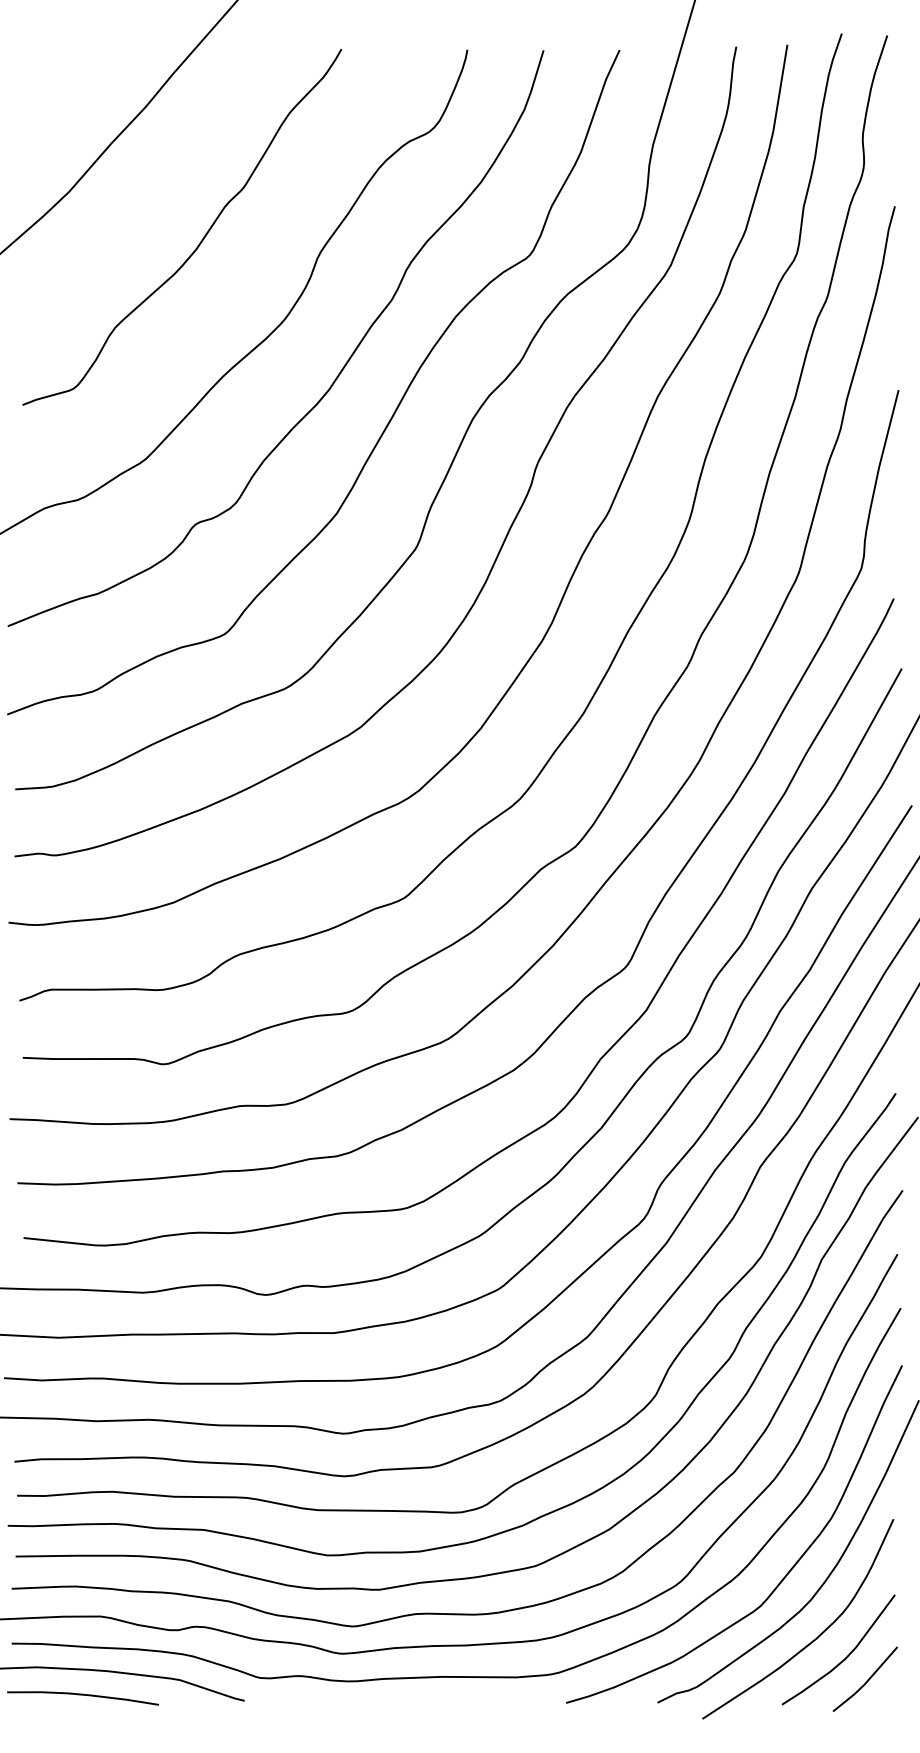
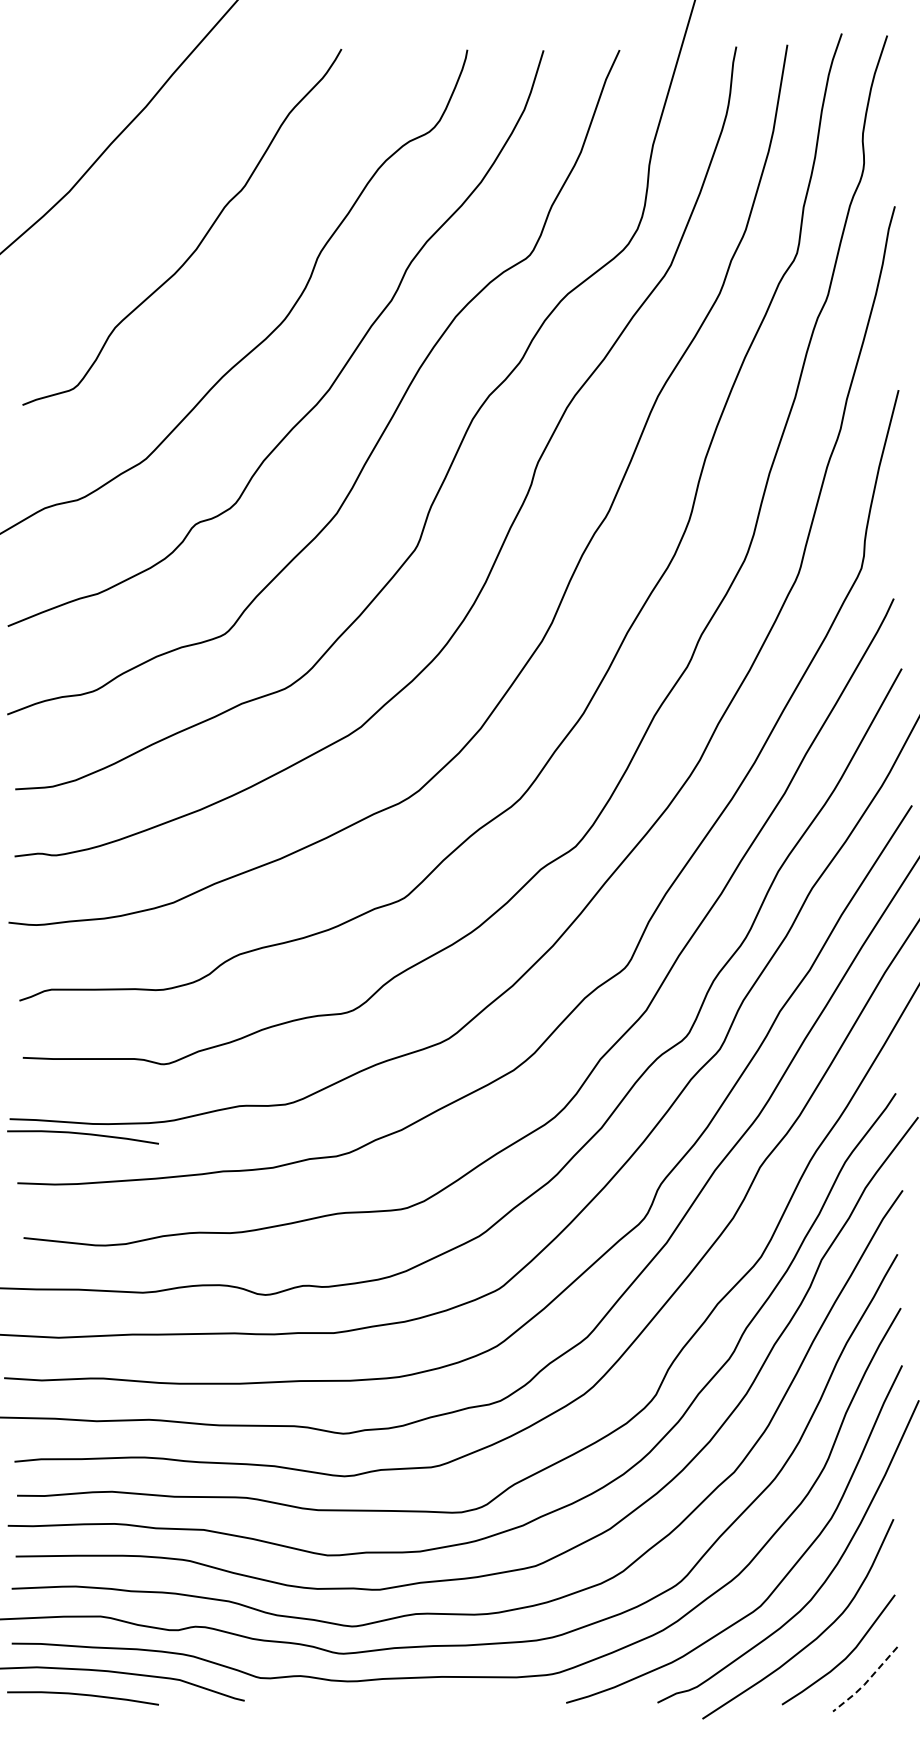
curve at (82, 1134): none -> present
line at (866, 1682): solid -> dashed
